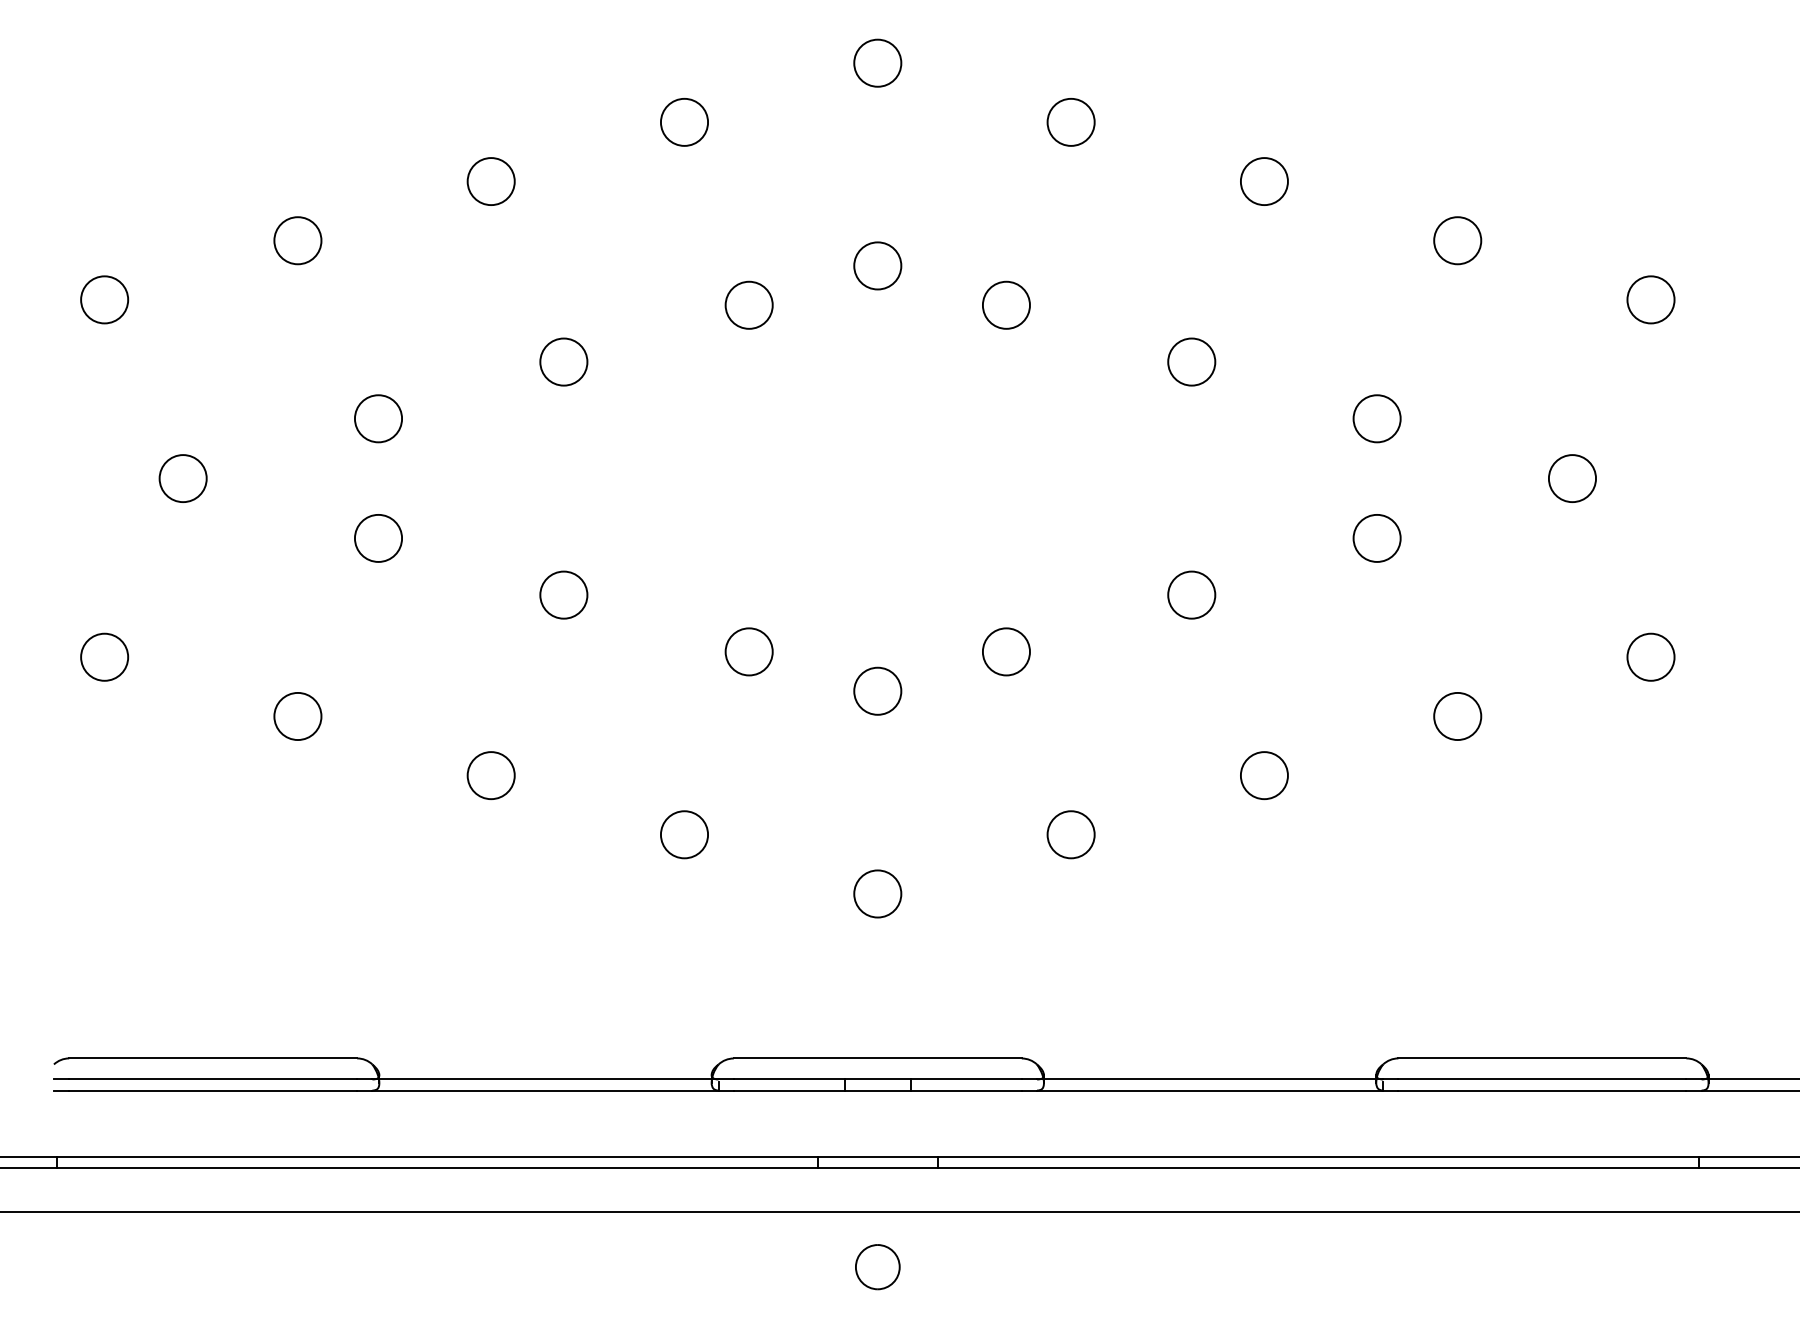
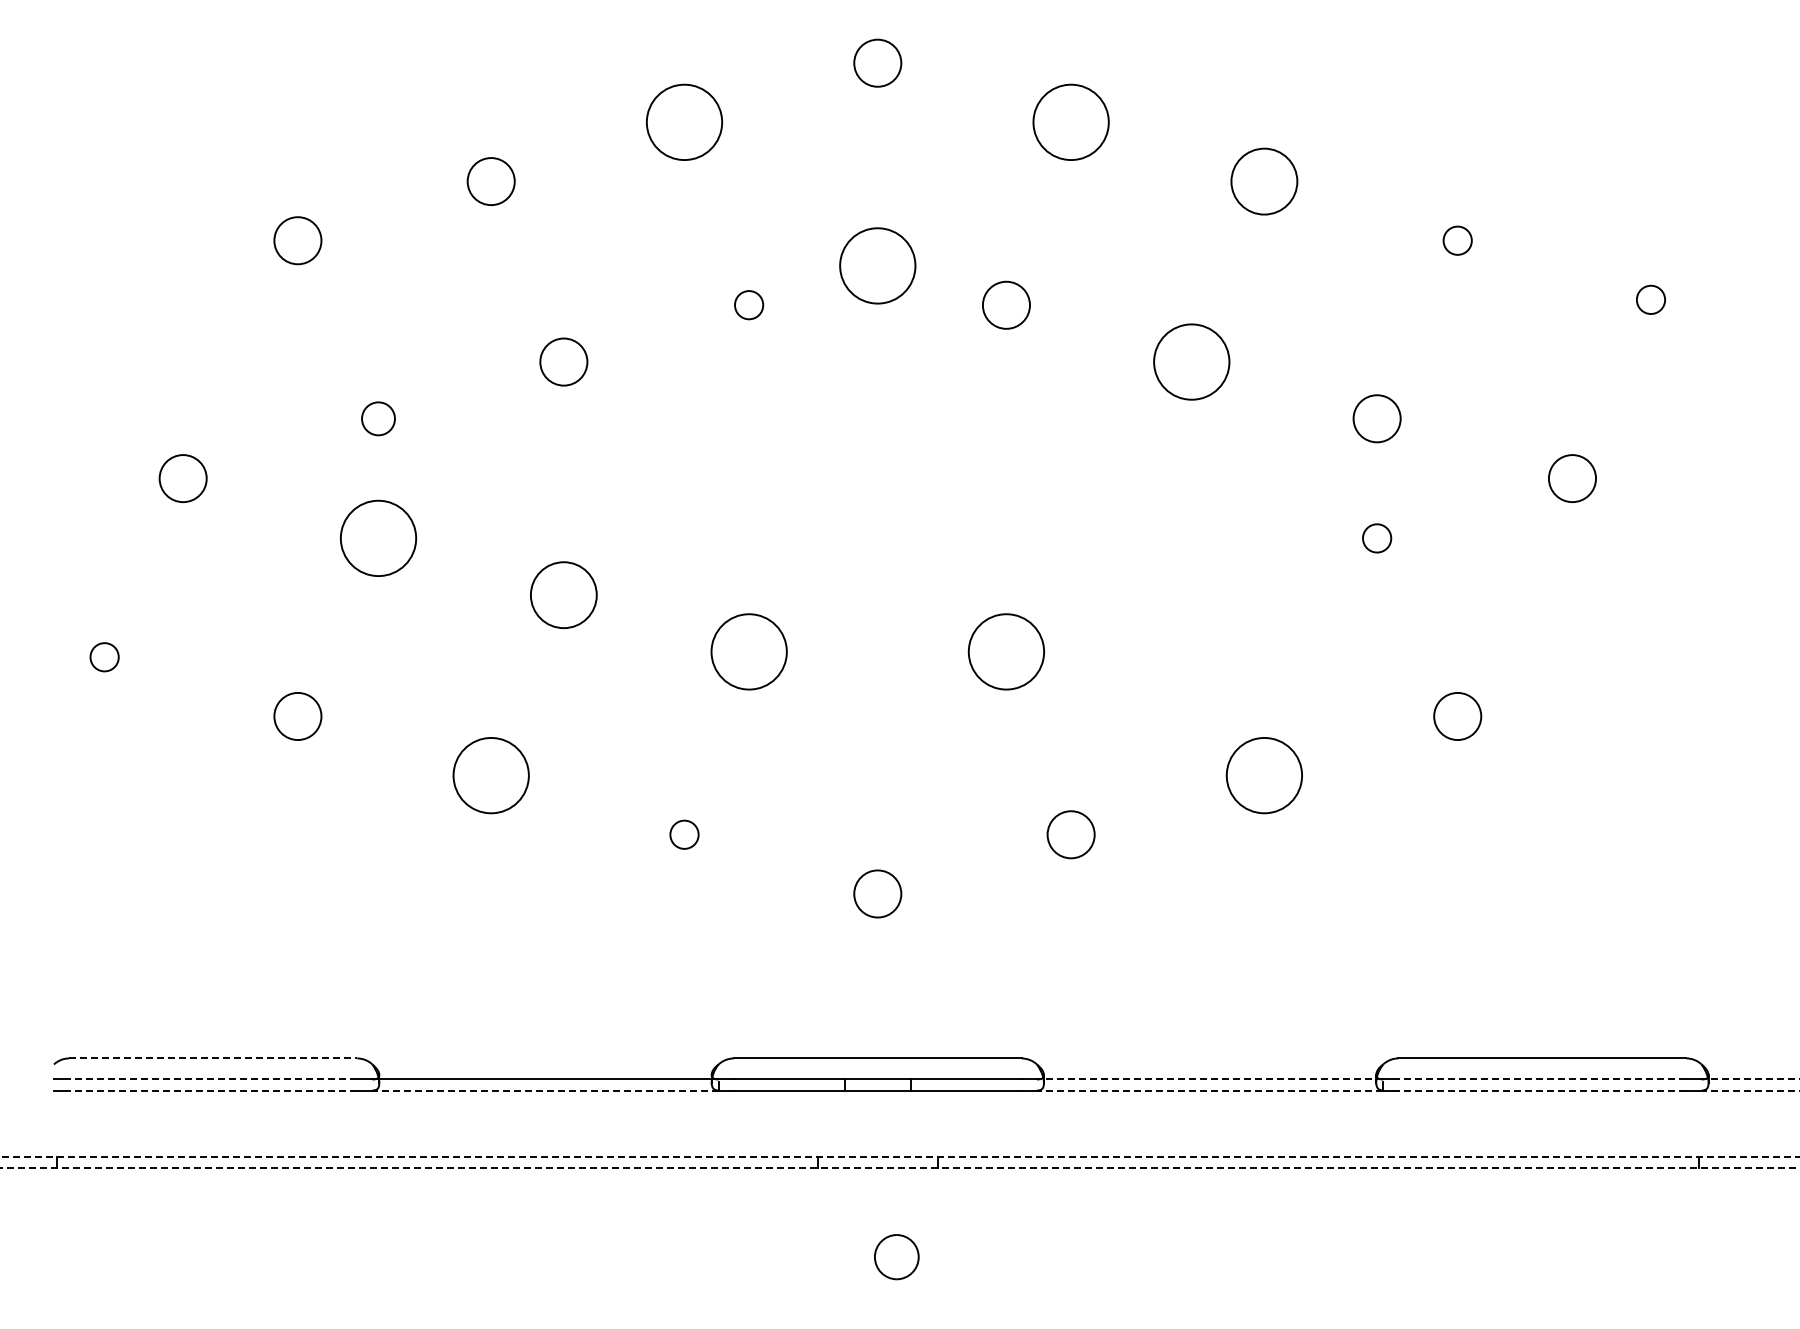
circle at (684, 121) diameter: 47 px -> 75 px
circle at (1070, 121) diameter: 47 px -> 75 px
circle at (1264, 181) size: 49x49 px -> 69x69 px
circle at (1457, 240) diameter: 47 px -> 28 px
circle at (877, 265) diameter: 47 px -> 75 px
circle at (104, 299): present -> none
circle at (1650, 299) diameter: 47 px -> 28 px
circle at (748, 304) size: 50x50 px -> 31x31 px
circle at (1191, 361) diameter: 47 px -> 75 px
circle at (378, 418) size: 49x50 px -> 35x36 px
circle at (378, 537) diameter: 47 px -> 75 px
circle at (1376, 537) diameter: 47 px -> 28 px
circle at (563, 594) size: 50x50 px -> 68x68 px
circle at (1191, 594): present -> none
circle at (748, 651) diameter: 47 px -> 75 px
circle at (1005, 651) diameter: 47 px -> 75 px
circle at (104, 656) diameter: 47 px -> 28 px
circle at (1650, 656): present -> none
circle at (877, 690): present -> none
circle at (490, 775) diameter: 47 px -> 75 px
circle at (1263, 775) diameter: 47 px -> 75 px
circle at (684, 834) diameter: 47 px -> 28 px
line at (213, 1058): solid -> dashed
line at (213, 1079): solid -> dashed
line at (1209, 1079): solid -> dashed
line at (1542, 1079): solid -> dashed
line at (1750, 1079): solid -> dashed
line at (213, 1090): solid -> dashed
line at (545, 1090): solid -> dashed
line at (1209, 1090): solid -> dashed
line at (1542, 1090): solid -> dashed
line at (1750, 1090): solid -> dashed
line at (900, 1156): solid -> dashed
line at (900, 1167): solid -> dashed
line at (899, 1211): present -> none
part at (877, 1267) position: (877, 1267) -> (896, 1257)
